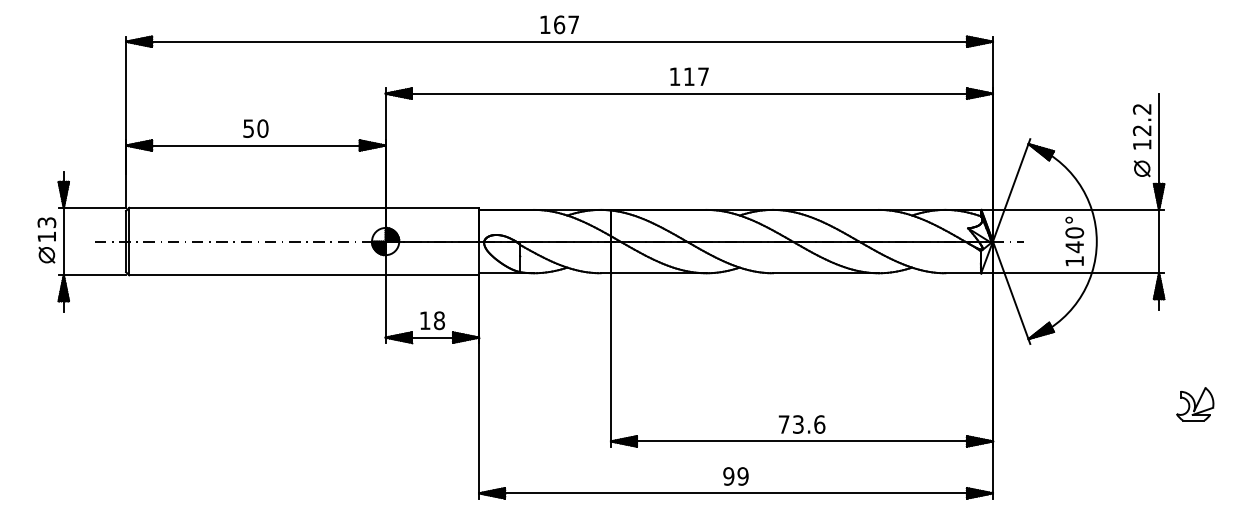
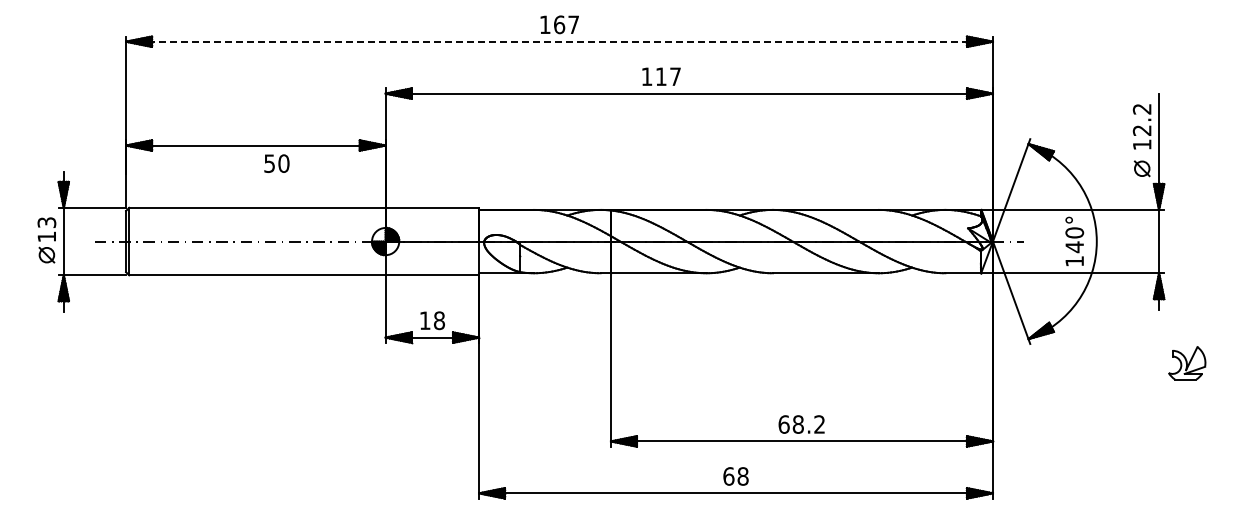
line at (560, 41): solid -> dashed
text at (689, 76) position: (689, 76) -> (661, 76)
text at (255, 128) position: (255, 128) -> (276, 163)
part at (1195, 404) position: (1195, 404) -> (1187, 363)
text at (801, 424): 73.6 -> 68.2
text at (735, 476): 99 -> 68
